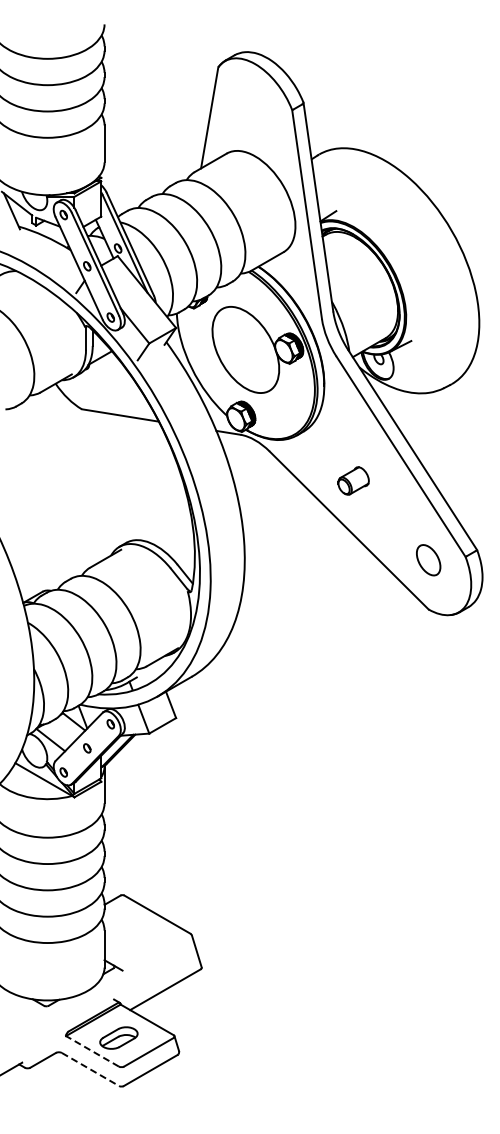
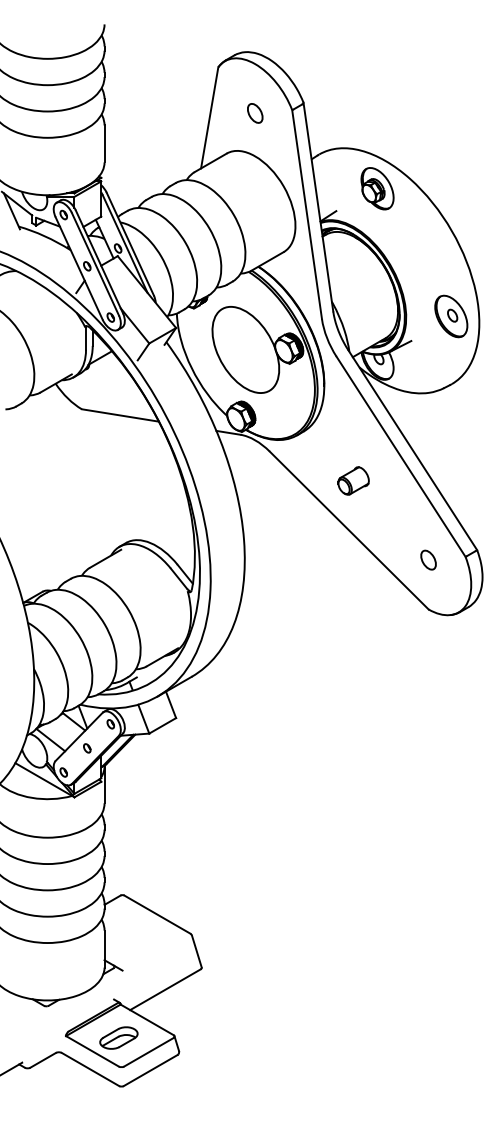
part at (255, 113): none -> present
part at (377, 188): none -> present
part at (451, 316): none -> present
part at (428, 560) size: 26x33 px -> 17x22 px
line at (92, 1051): dashed -> solid
line at (90, 1069): dashed -> solid
